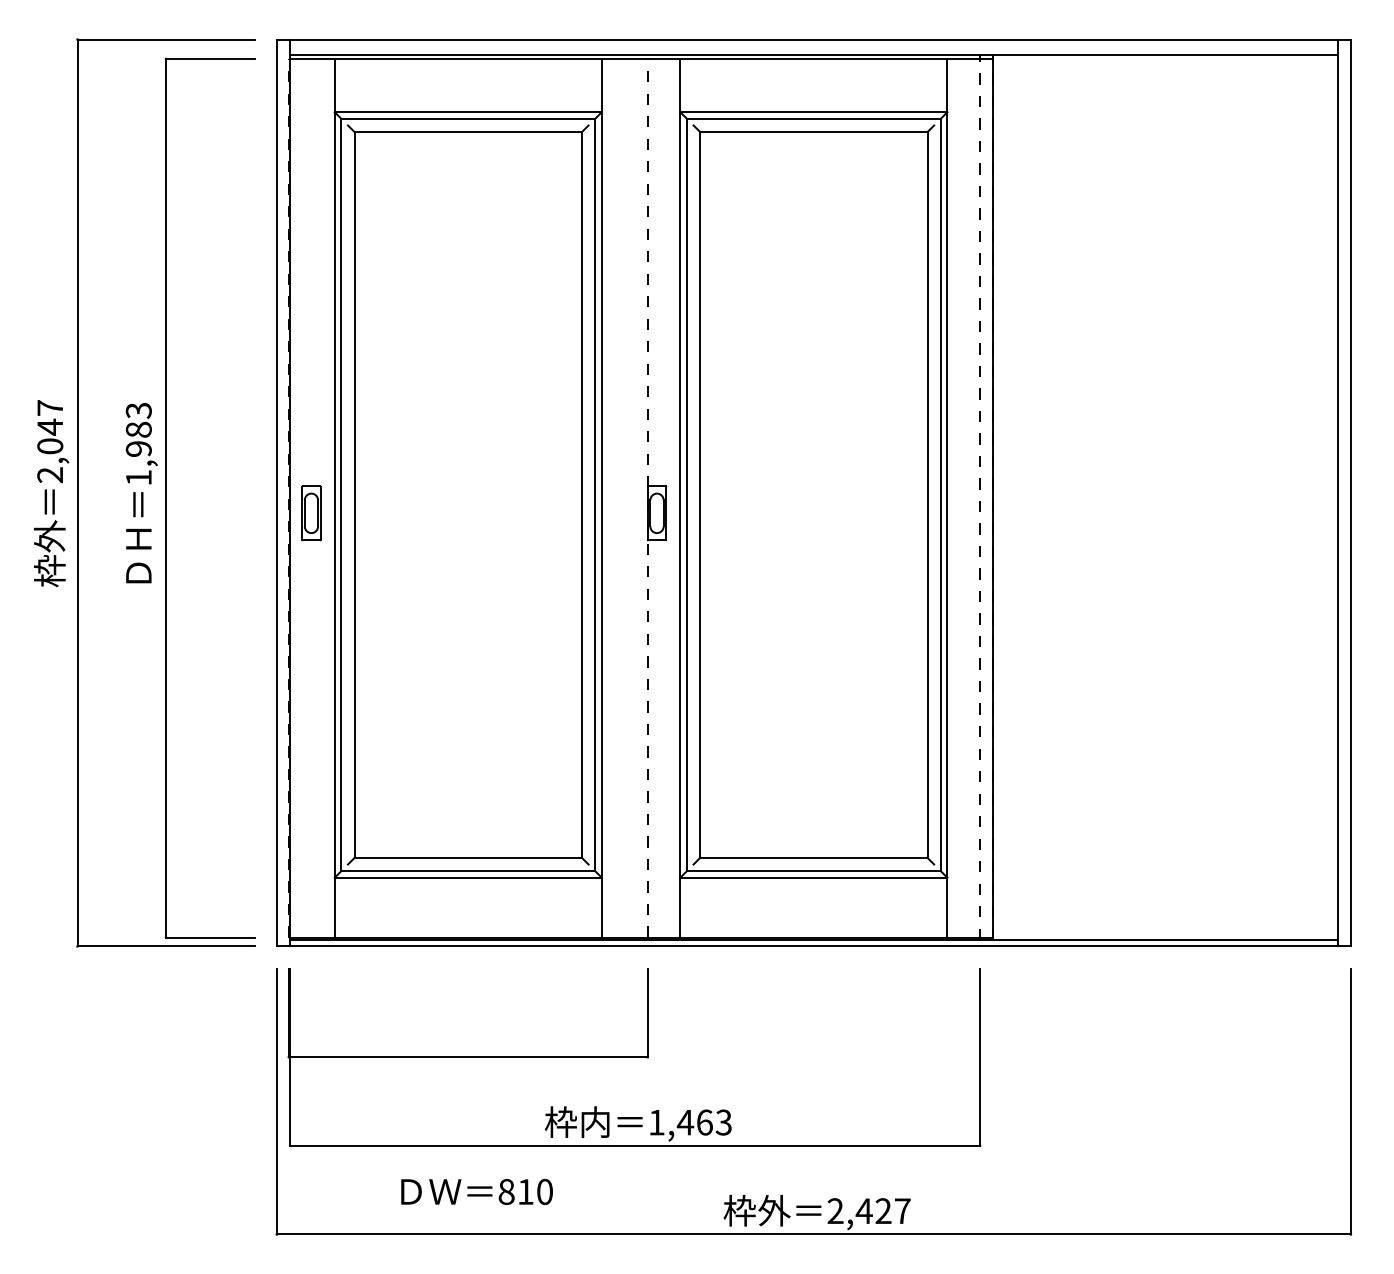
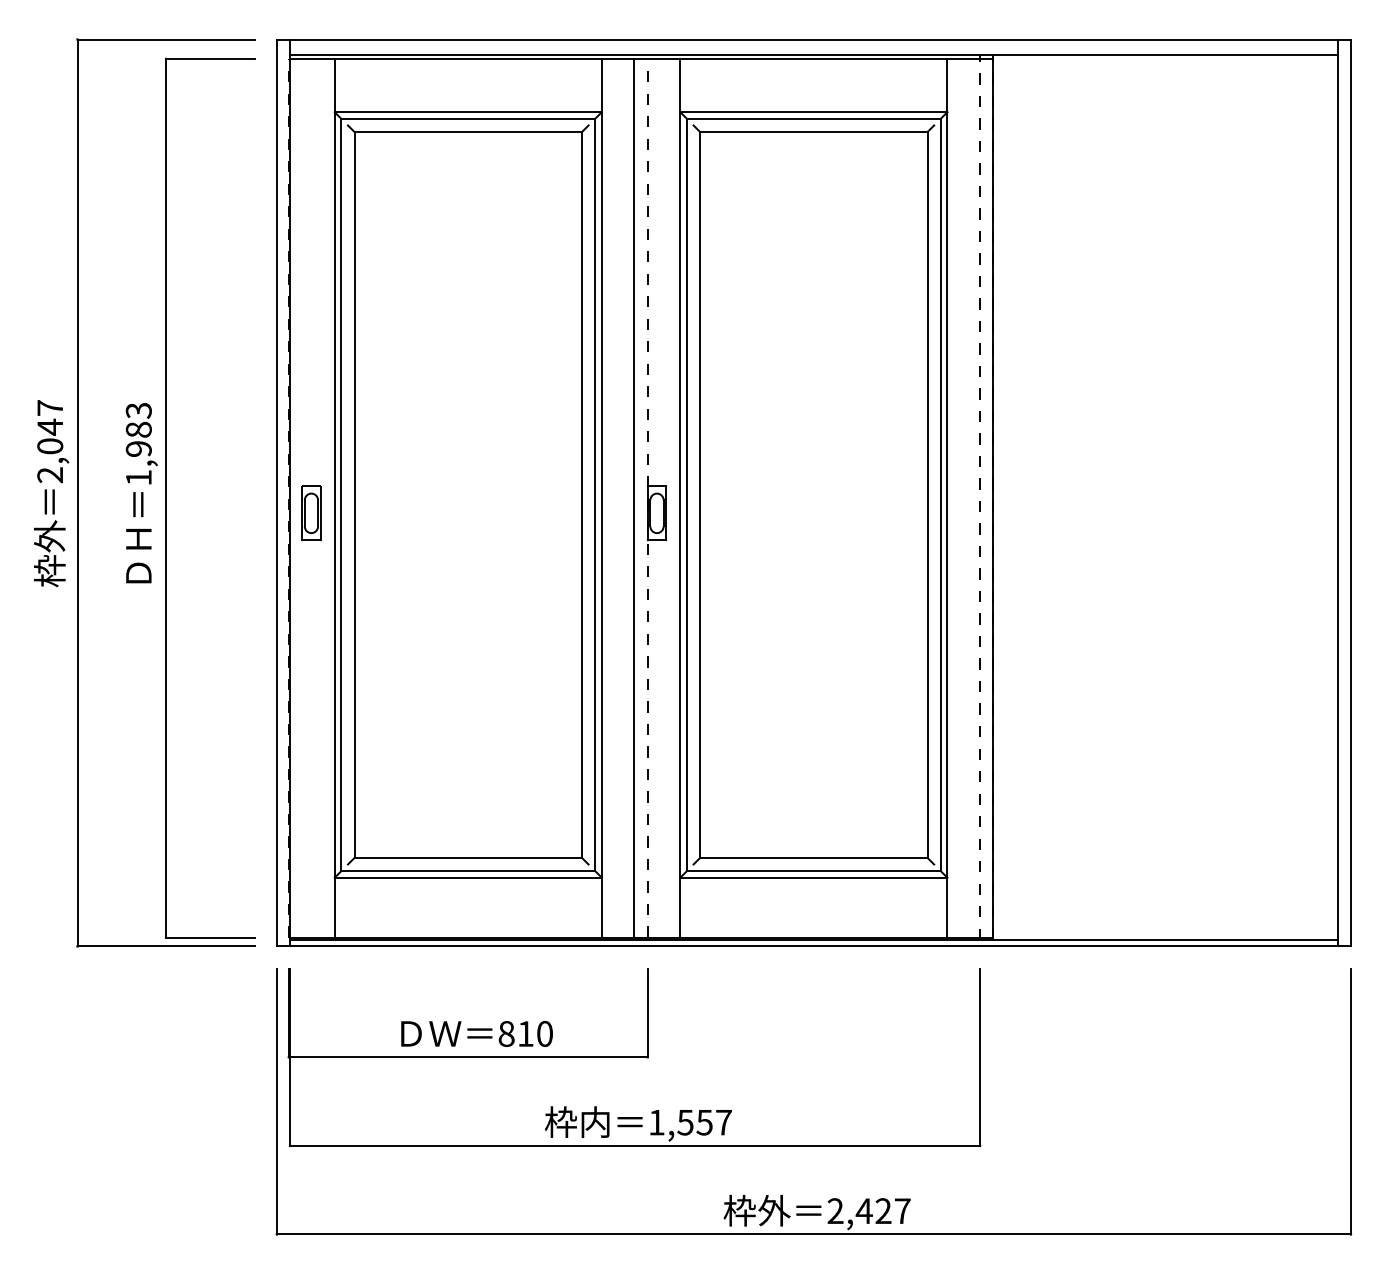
line at (634, 498): none -> present
text at (703, 1122): 1,463 -> 1,557
text at (476, 1191) position: (476, 1191) -> (476, 1033)
